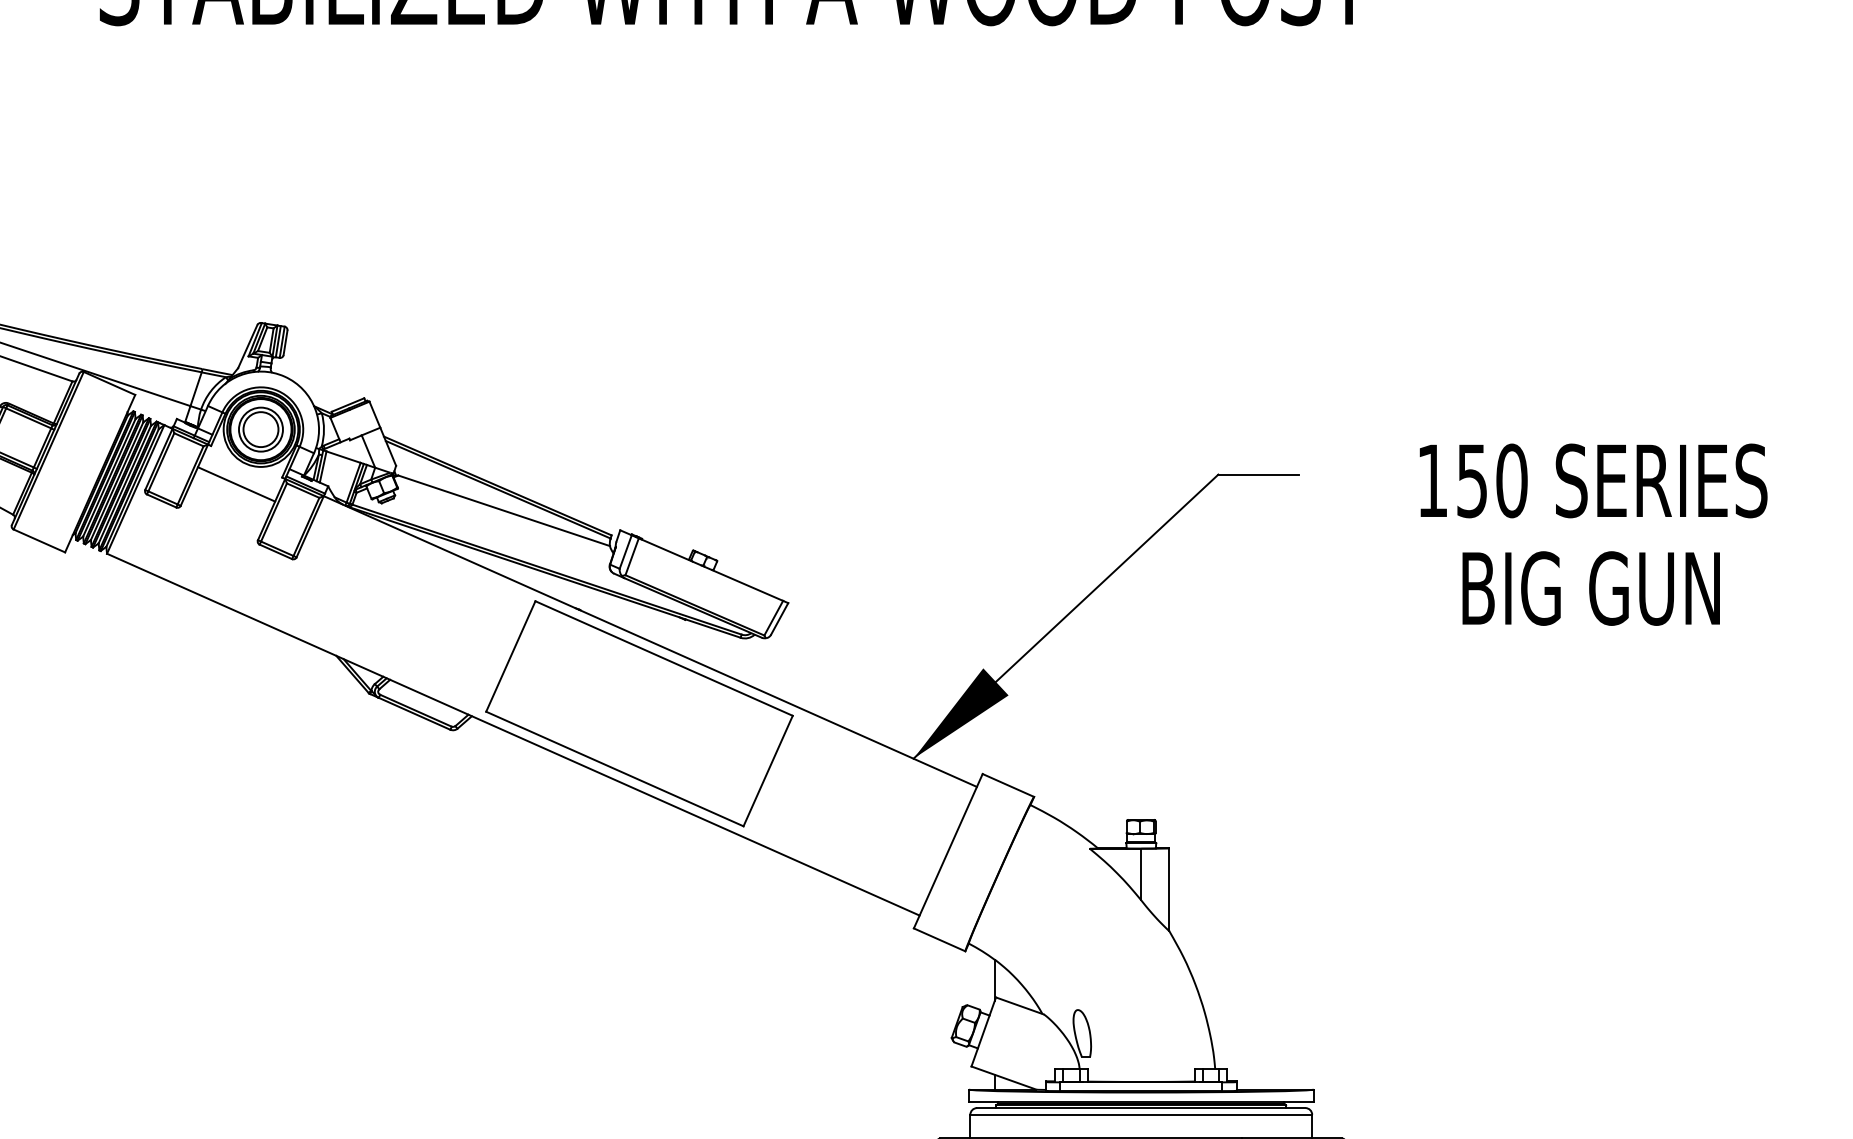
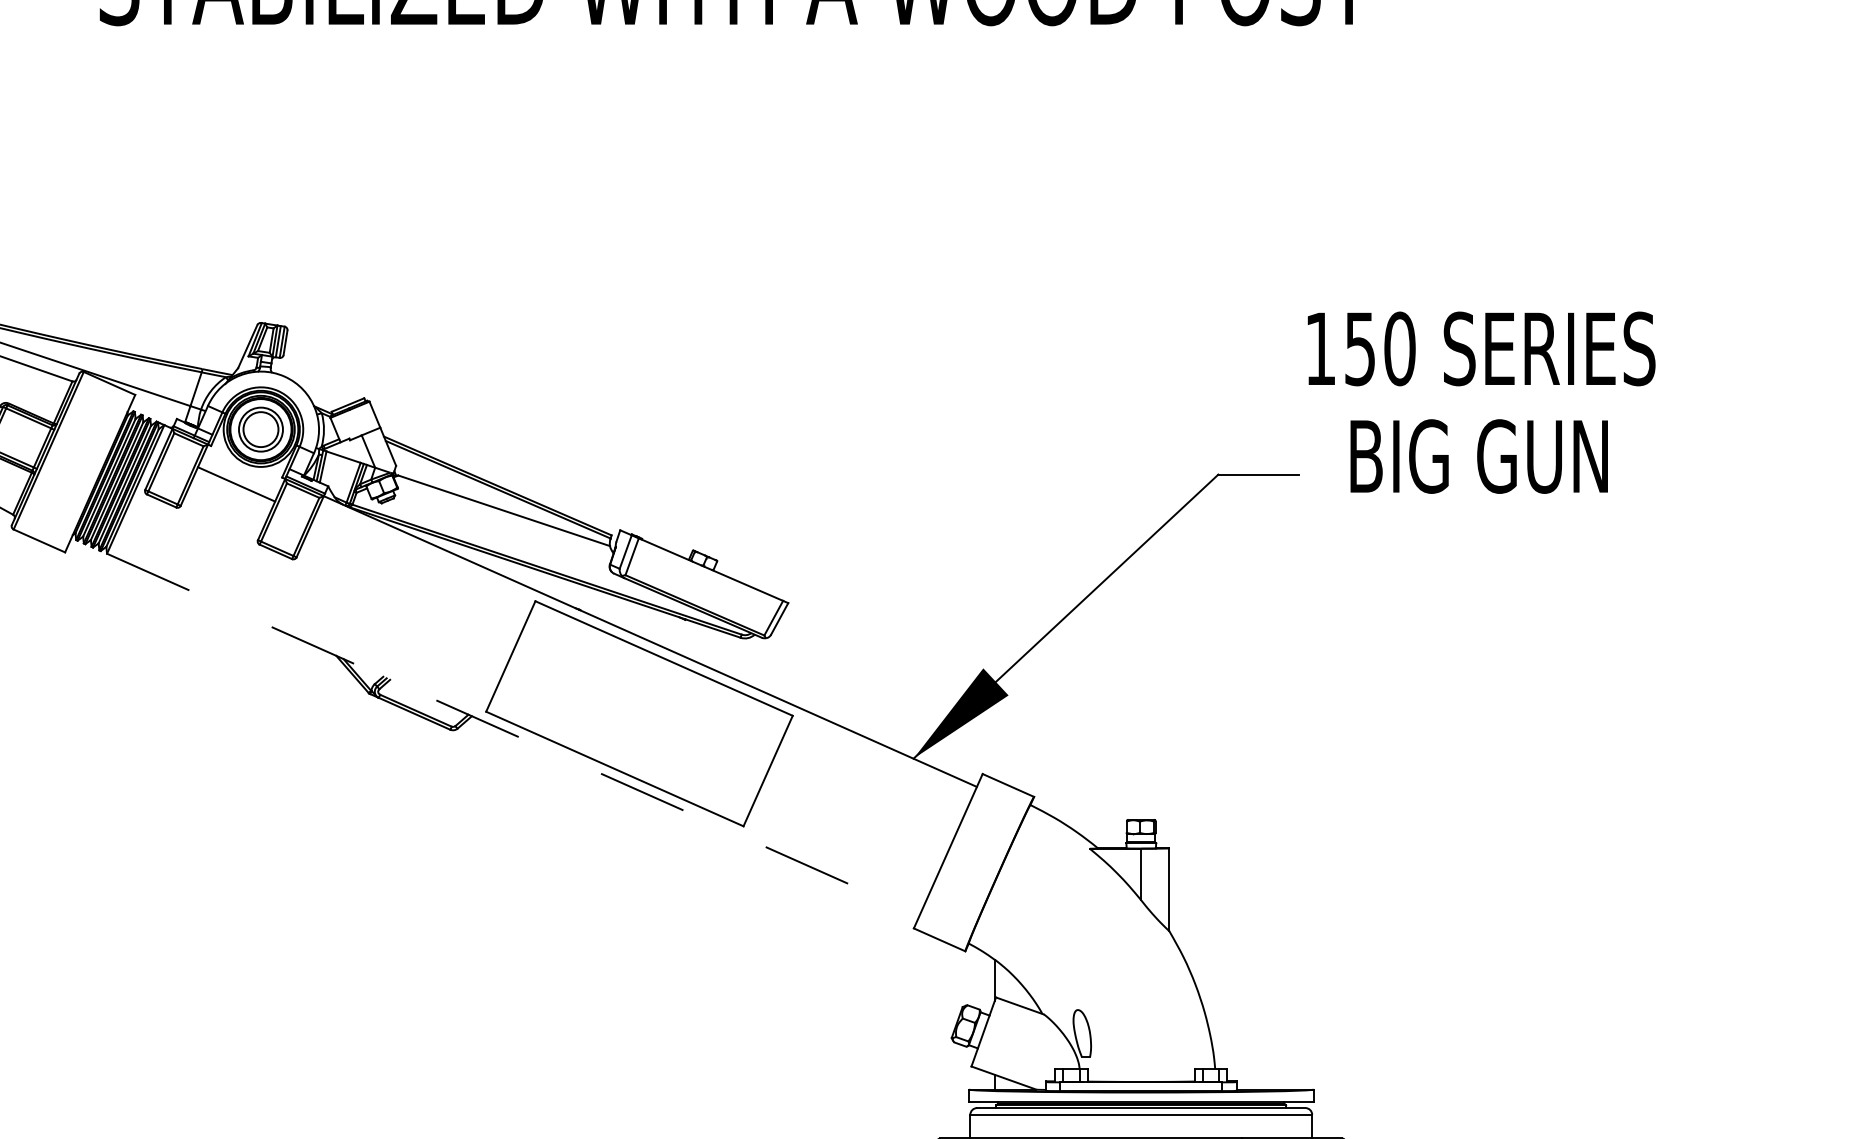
text at (1593, 534) position: (1593, 534) -> (1481, 402)
line at (513, 734): solid -> dashed
